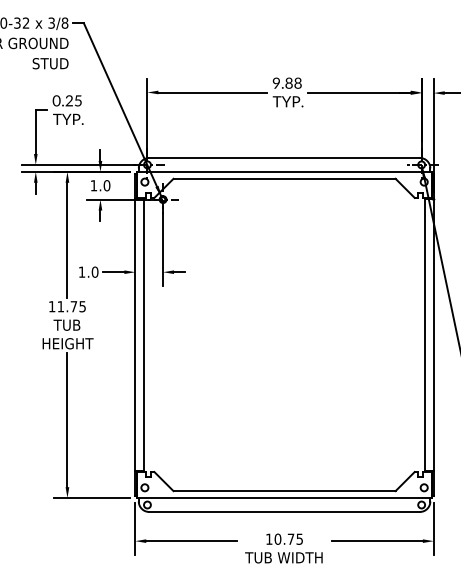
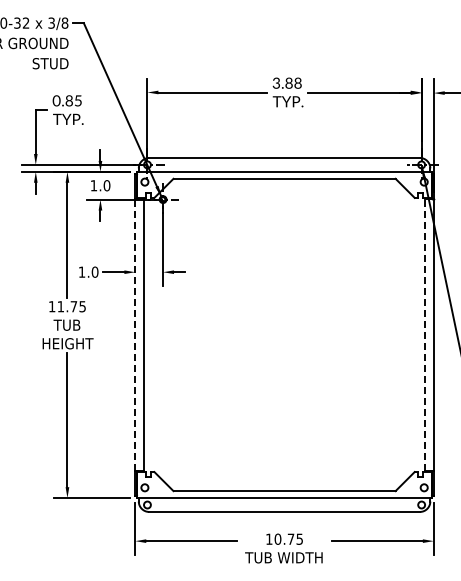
text at (275, 83): 9.88 -> 3.88
text at (68, 101): 0.25 -> 0.85
line at (135, 334): solid -> dashed
line at (425, 334): solid -> dashed
